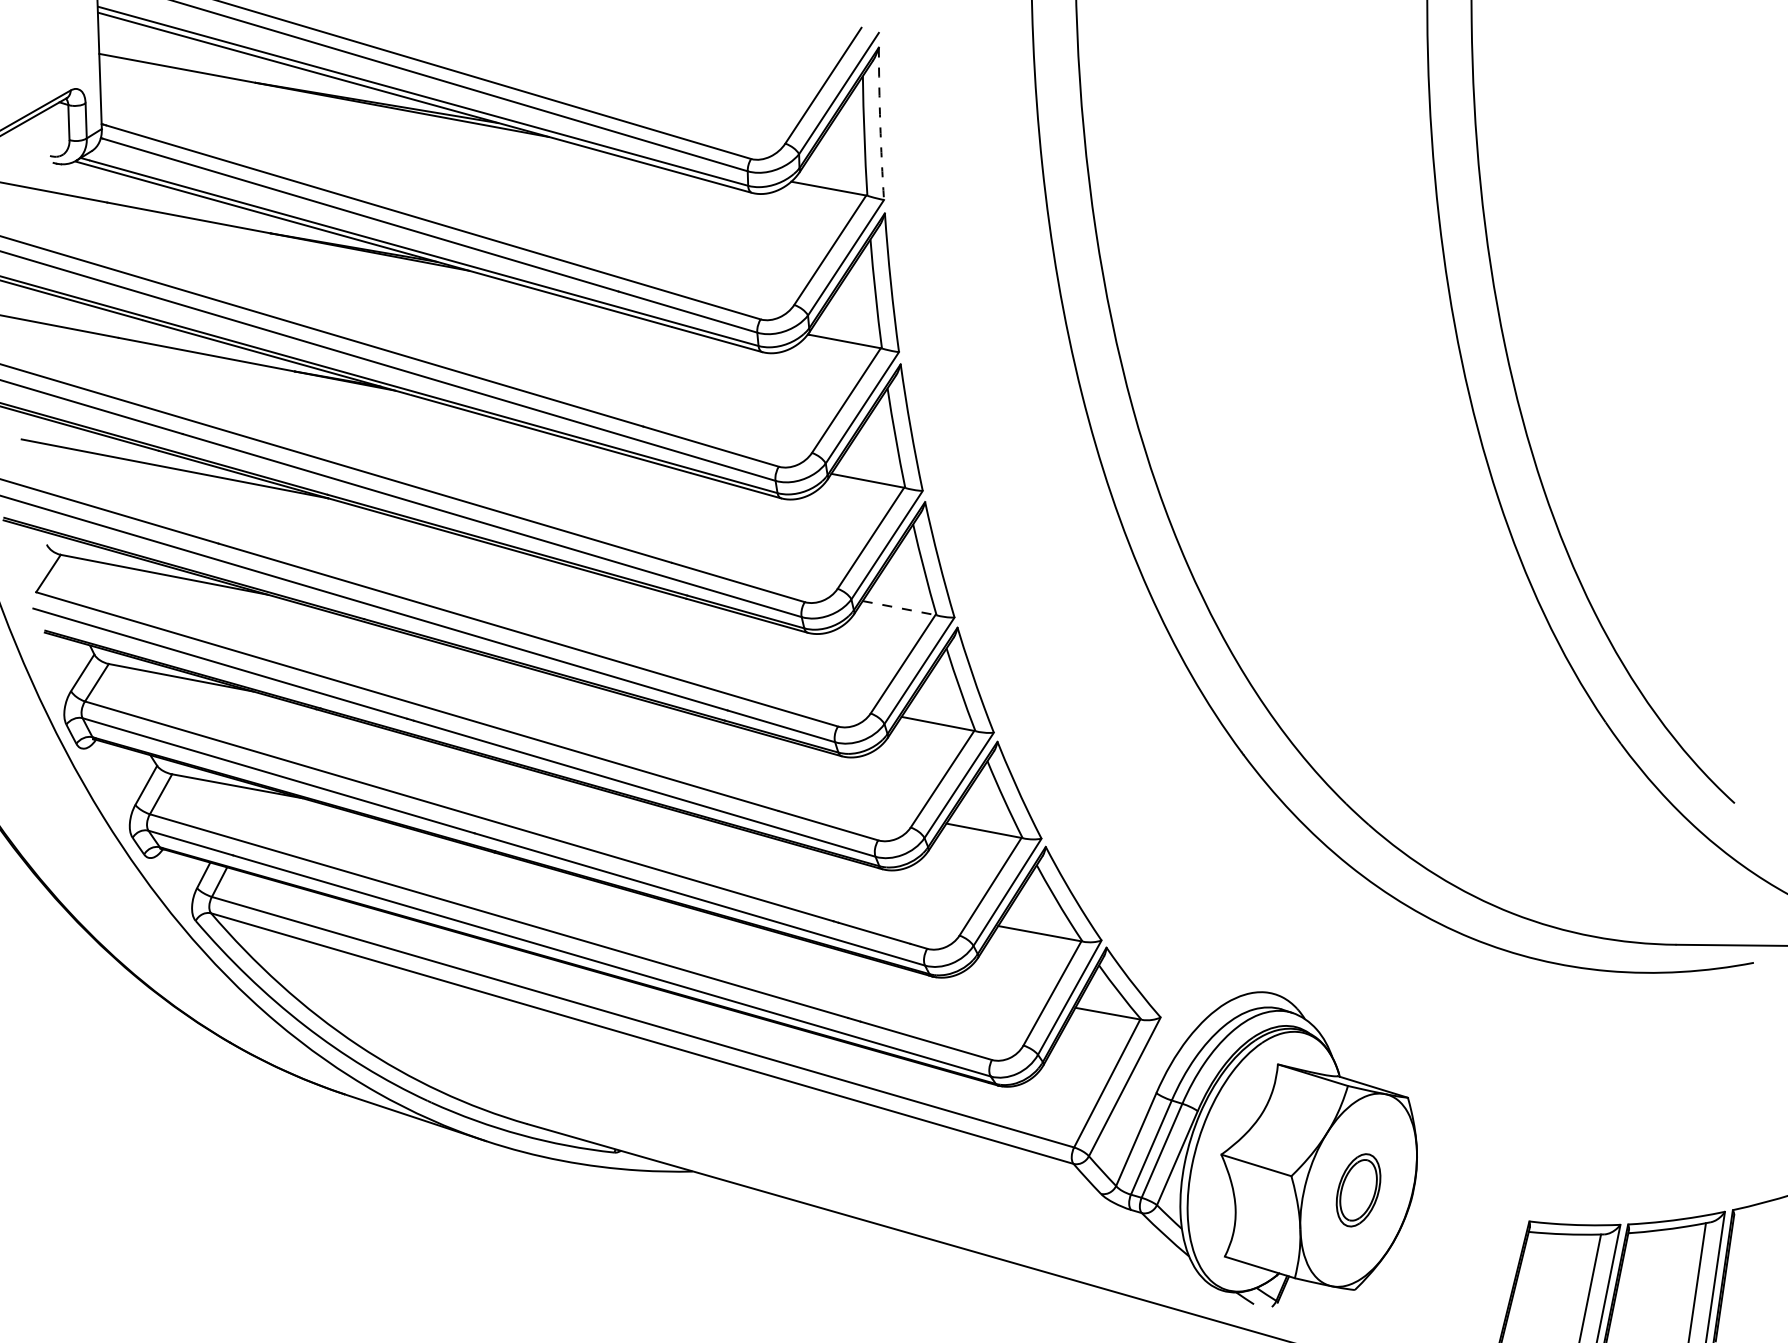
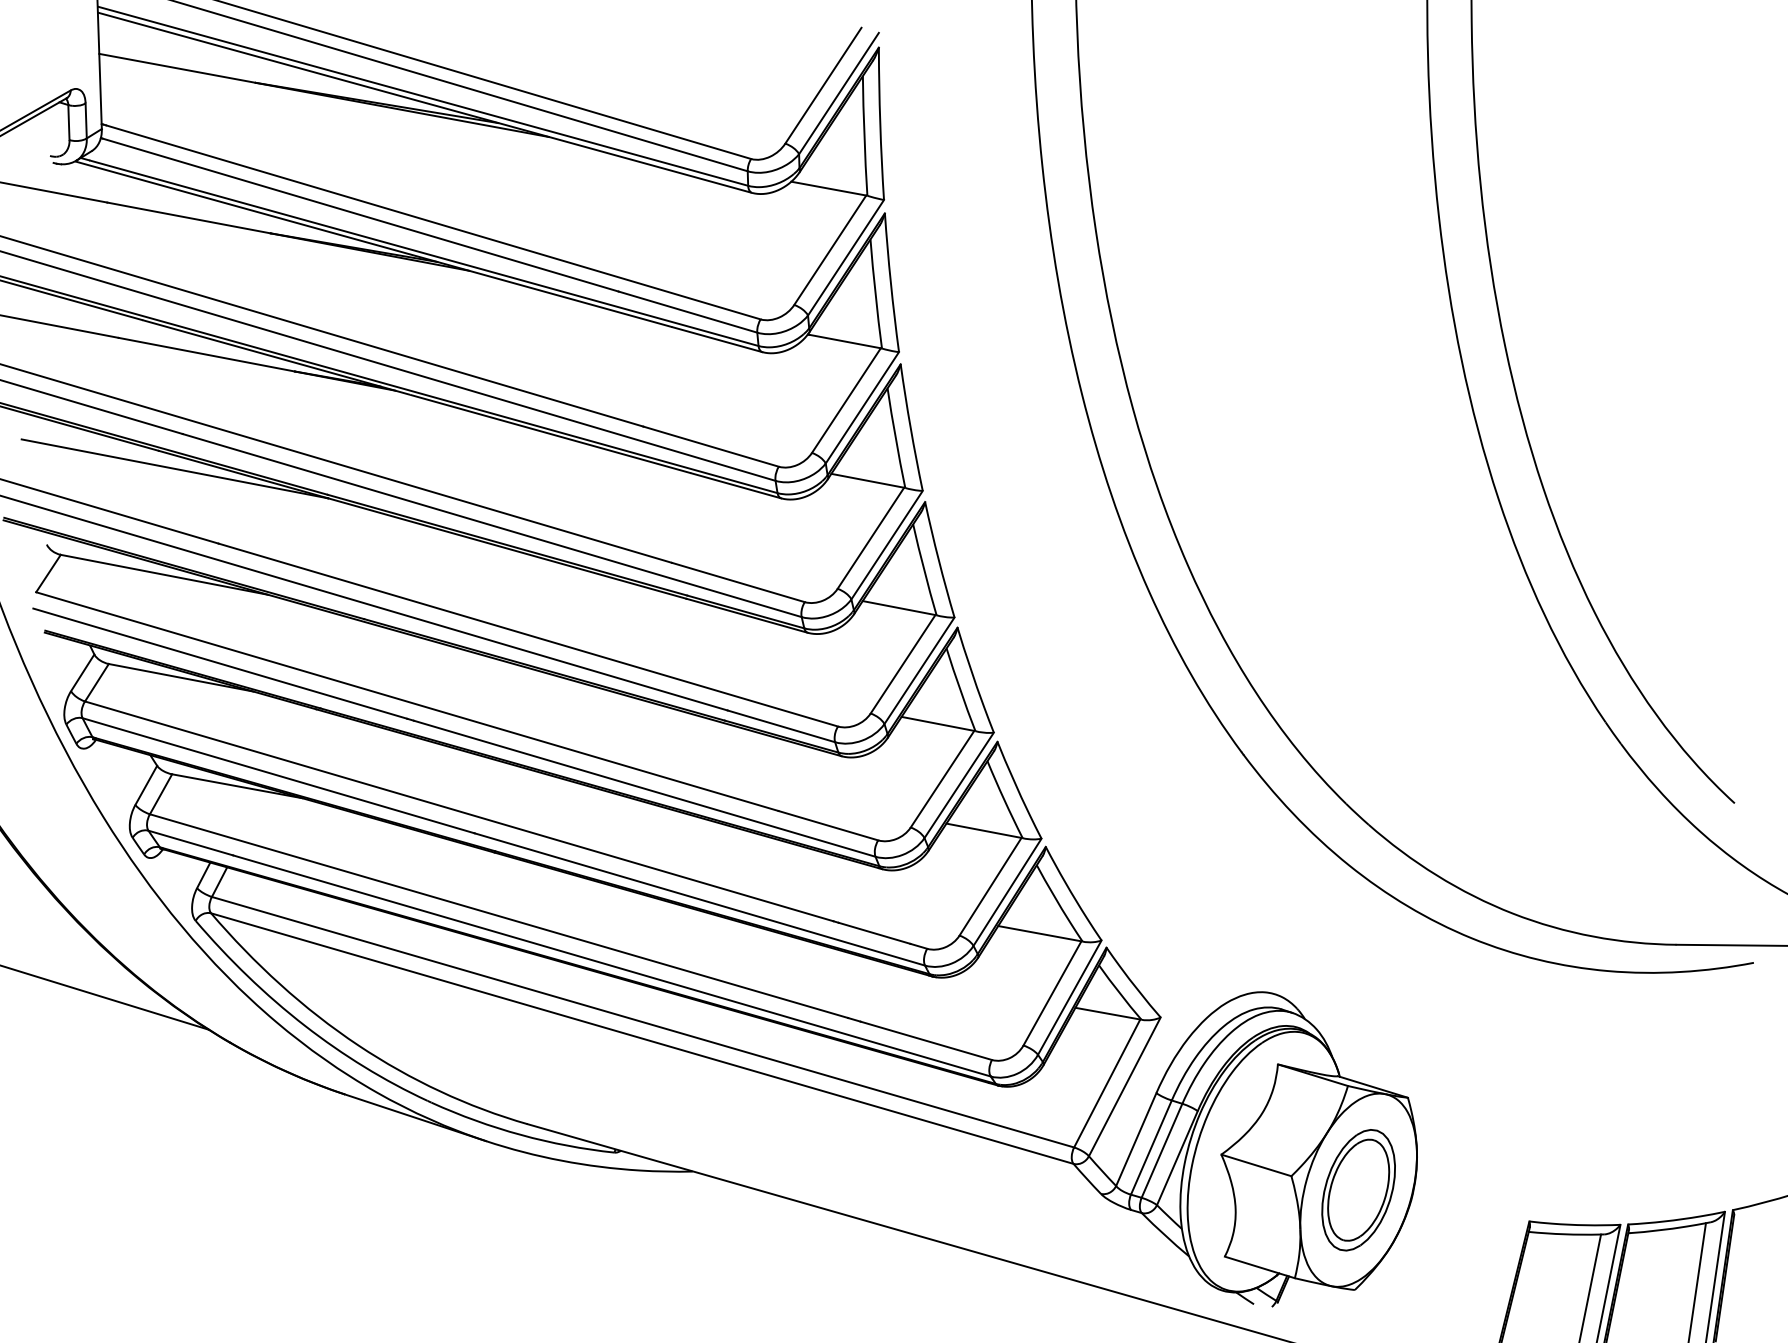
arc at (880, 123): dashed -> solid
line at (899, 608): dashed -> solid
line at (105, 997): none -> present
part at (1358, 1190) size: 47x75 px -> 75x123 px
